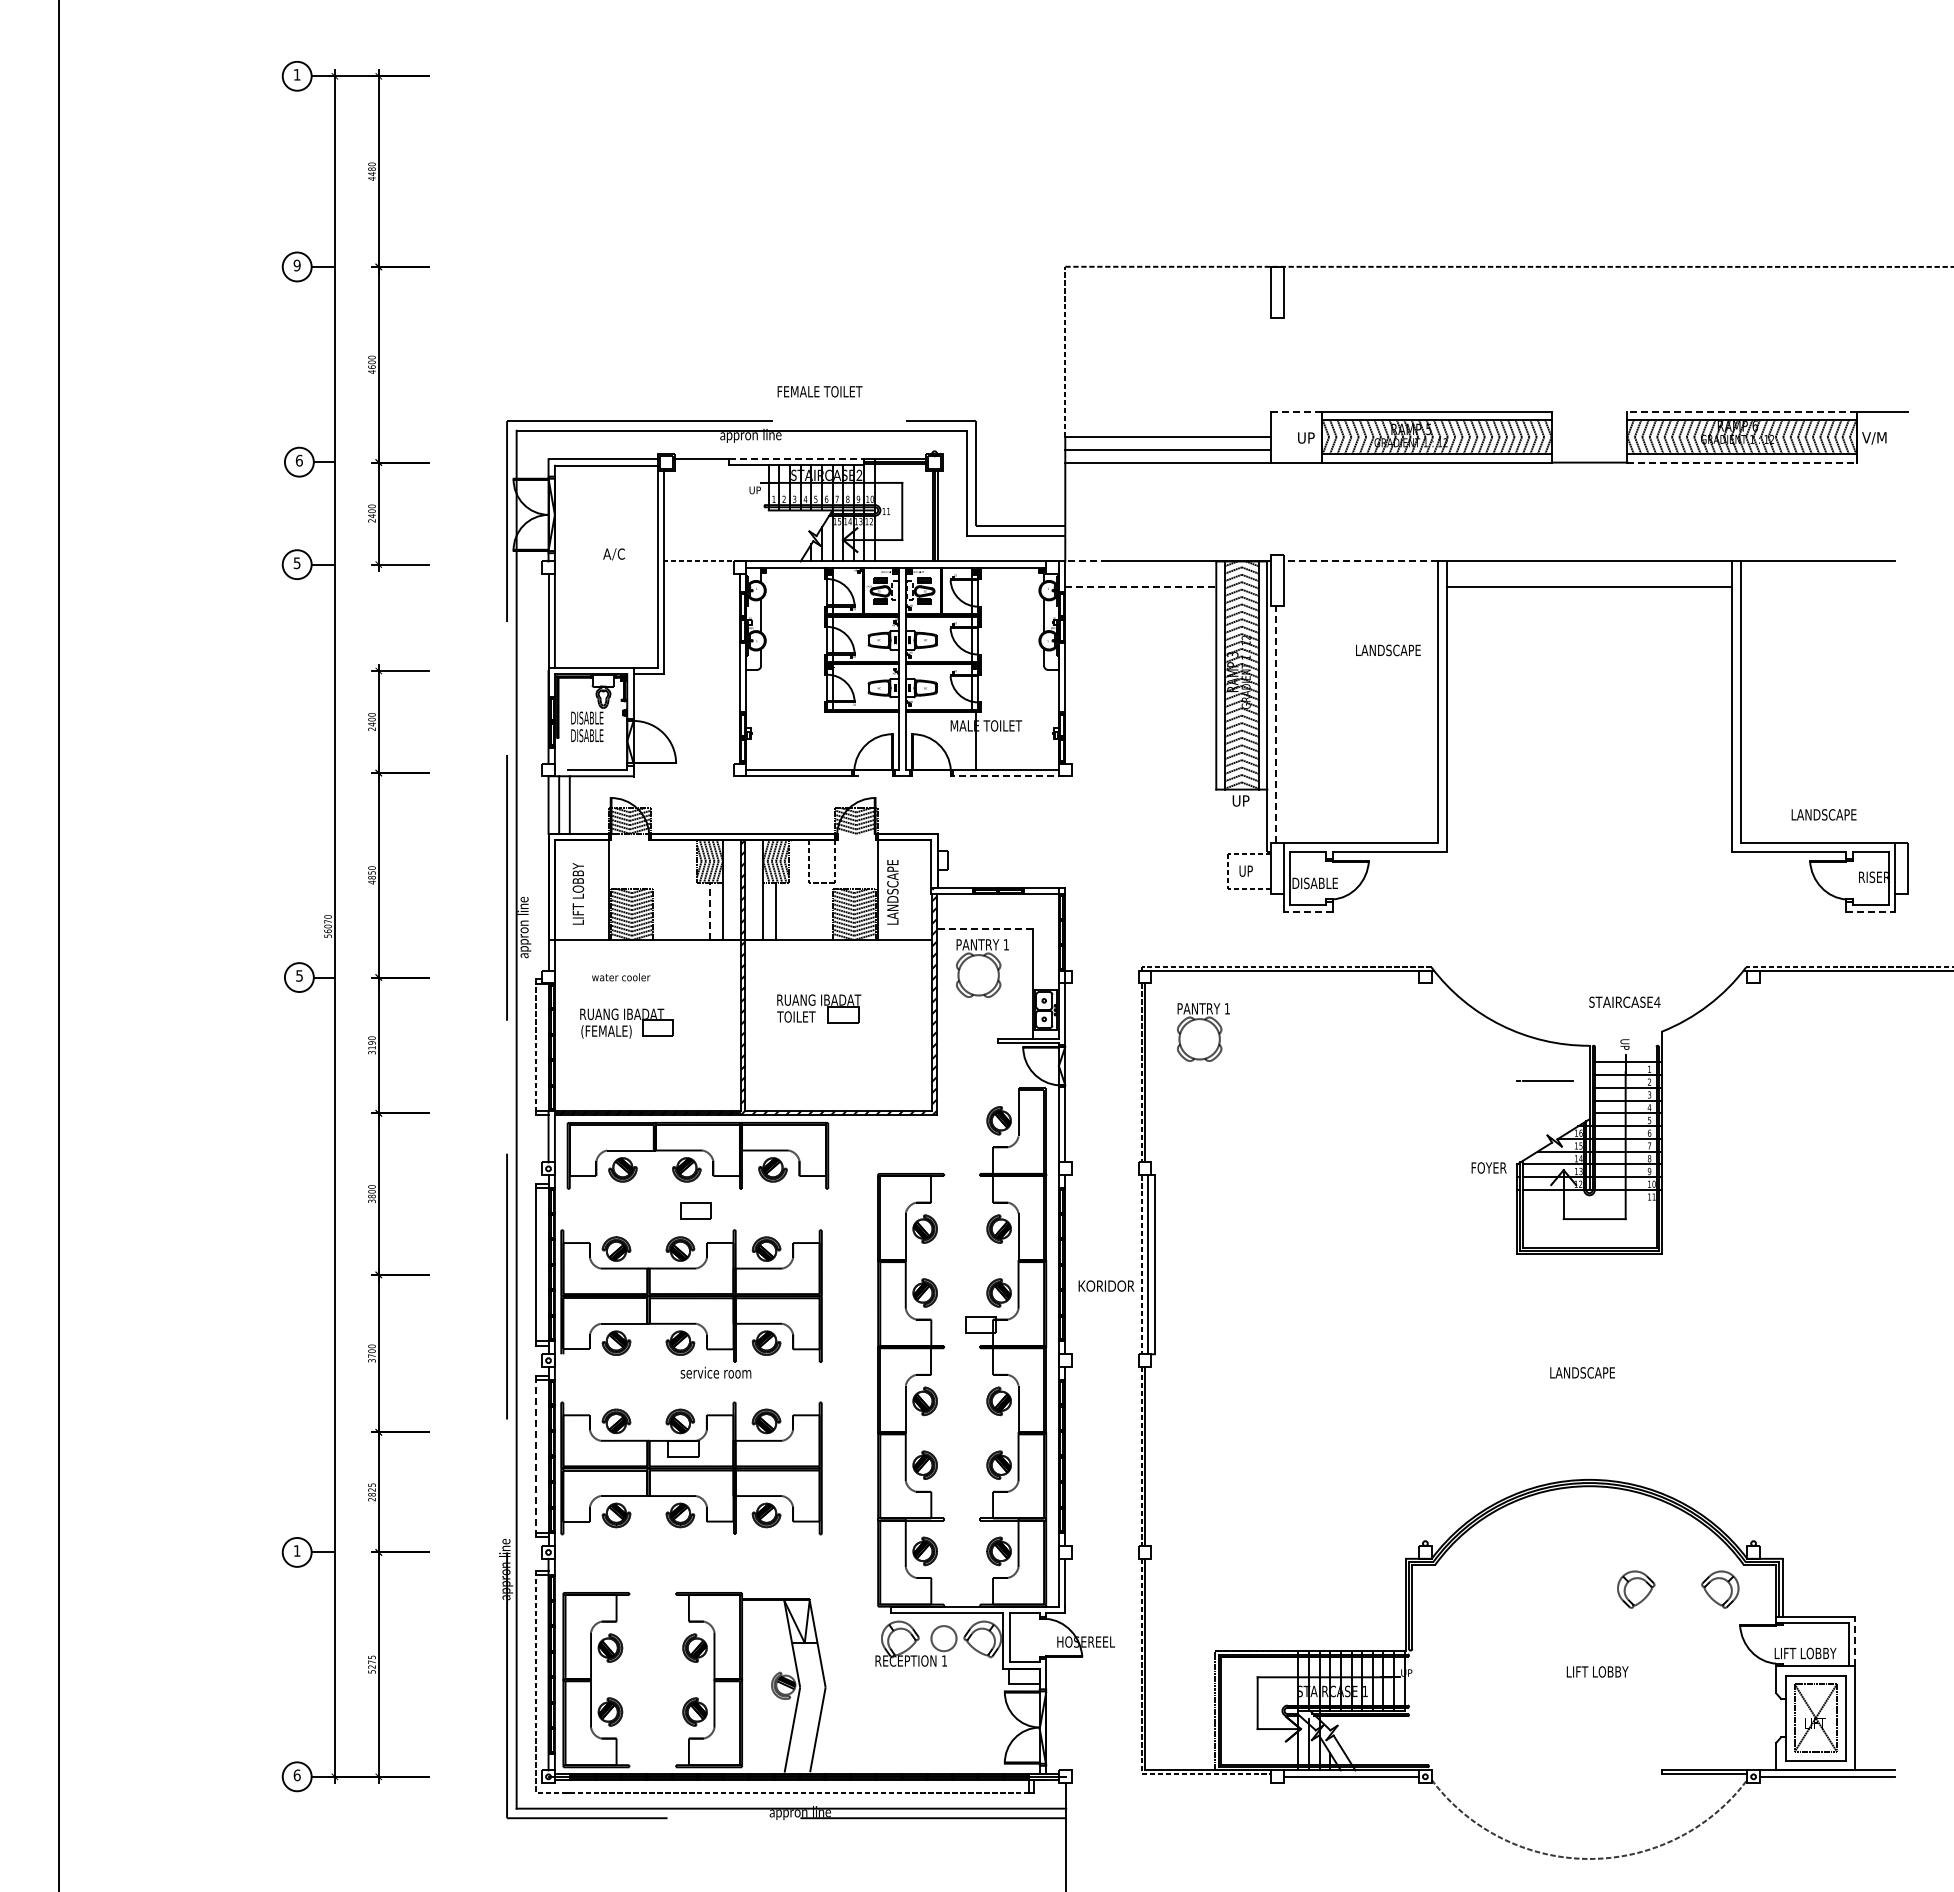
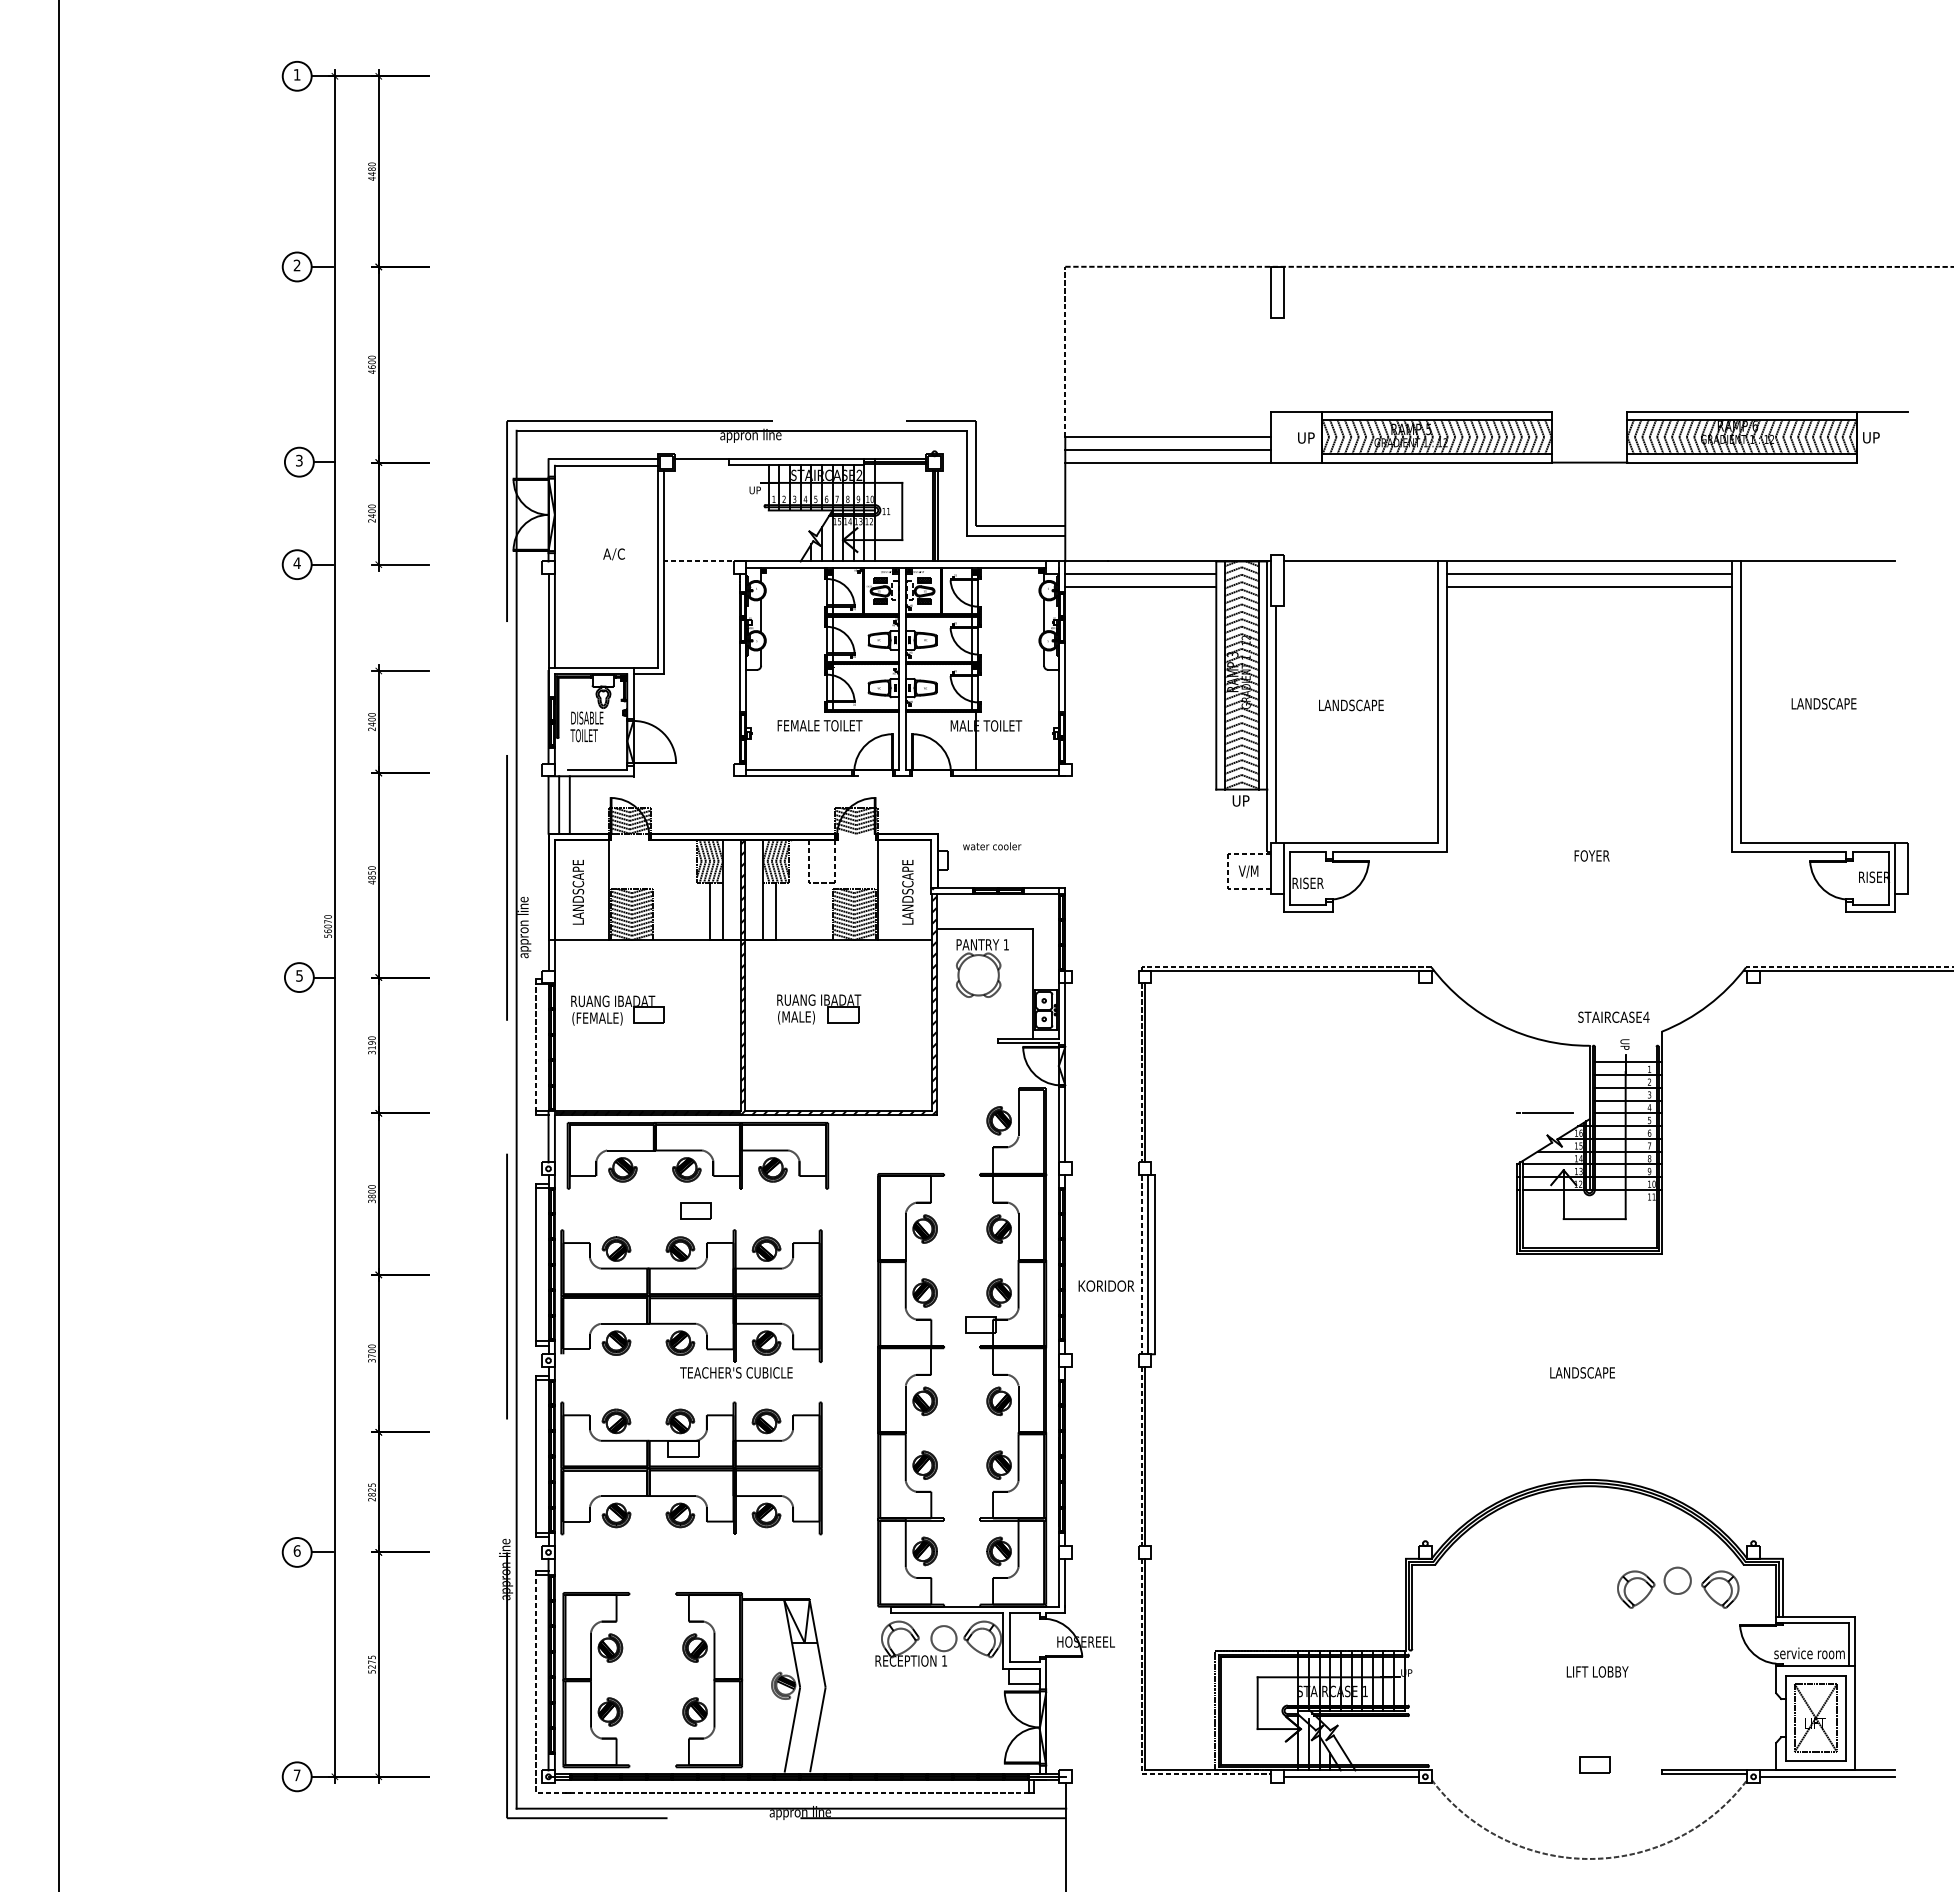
text at (296, 265): 9 -> 2
text at (819, 391) position: (819, 391) -> (819, 725)
line at (1296, 411): dashed -> solid
line at (1742, 411): dashed -> solid
text at (1874, 438): V/M -> UP
line at (796, 459): dashed -> solid
text at (299, 460): 6 -> 3
line at (1742, 462): dashed -> solid
line at (1086, 561): dashed -> solid
line at (1360, 561): dashed -> solid
text at (296, 563): 5 -> 4
line at (1140, 574): none -> present
line at (1589, 574): none -> present
line at (1140, 587): dashed -> solid
text at (1388, 650) position: (1388, 650) -> (1351, 705)
line at (1275, 724): dashed -> solid
text at (586, 735): DISABLE -> TOILET
line at (1008, 776): dashed -> solid
text at (1823, 814) position: (1823, 814) -> (1823, 703)
text at (1248, 871): UP -> V/M
text at (1315, 883): DISABLE -> RISER
text at (578, 889): LIFT LOBBY -> LANDSCAPE
text at (892, 892) position: (892, 892) -> (907, 892)
line at (710, 911): dashed -> solid
line at (1308, 911): dashed -> solid
line at (1870, 911): dashed -> solid
line at (985, 929): dashed -> solid
text at (621, 977) position: (621, 977) -> (992, 846)
text at (1624, 1001) position: (1624, 1001) -> (1613, 1016)
text at (796, 1017): TOILET -> (MALE)
part at (626, 1023) position: (626, 1023) -> (617, 1010)
part at (1203, 1032): present -> none
line at (1544, 1080) position: (1544, 1080) -> (1544, 1112)
text at (1488, 1167) position: (1488, 1167) -> (1591, 855)
text at (736, 1372): service room -> TEACHER'S CUBICLE
line at (535, 1456): dashed -> solid
text at (296, 1550): 1 -> 6
circle at (1677, 1580): none -> present
line at (1855, 1640): dashed -> solid
text at (1809, 1653): LIFT LOBBY -> service room
part at (1594, 1764): none -> present
text at (296, 1775): 6 -> 7
